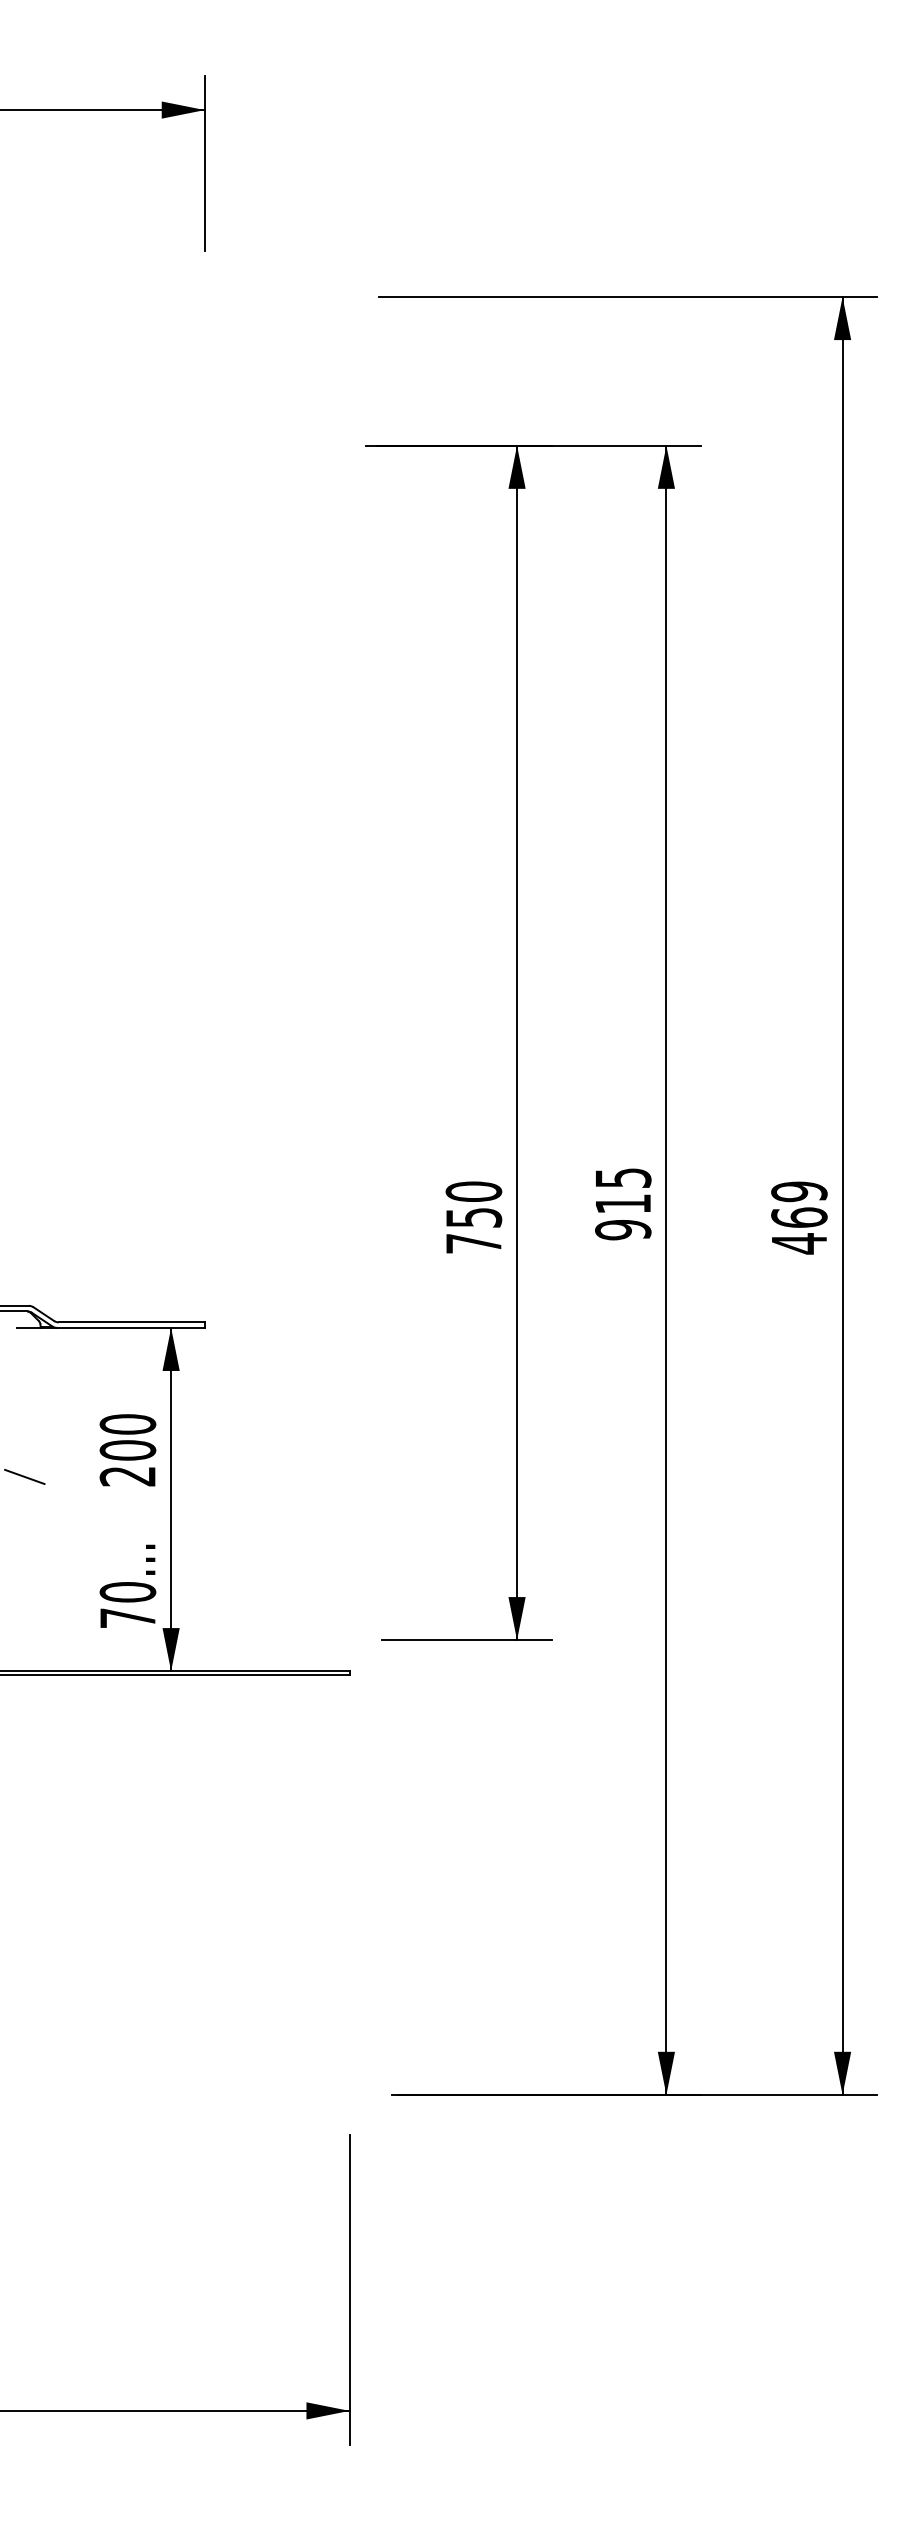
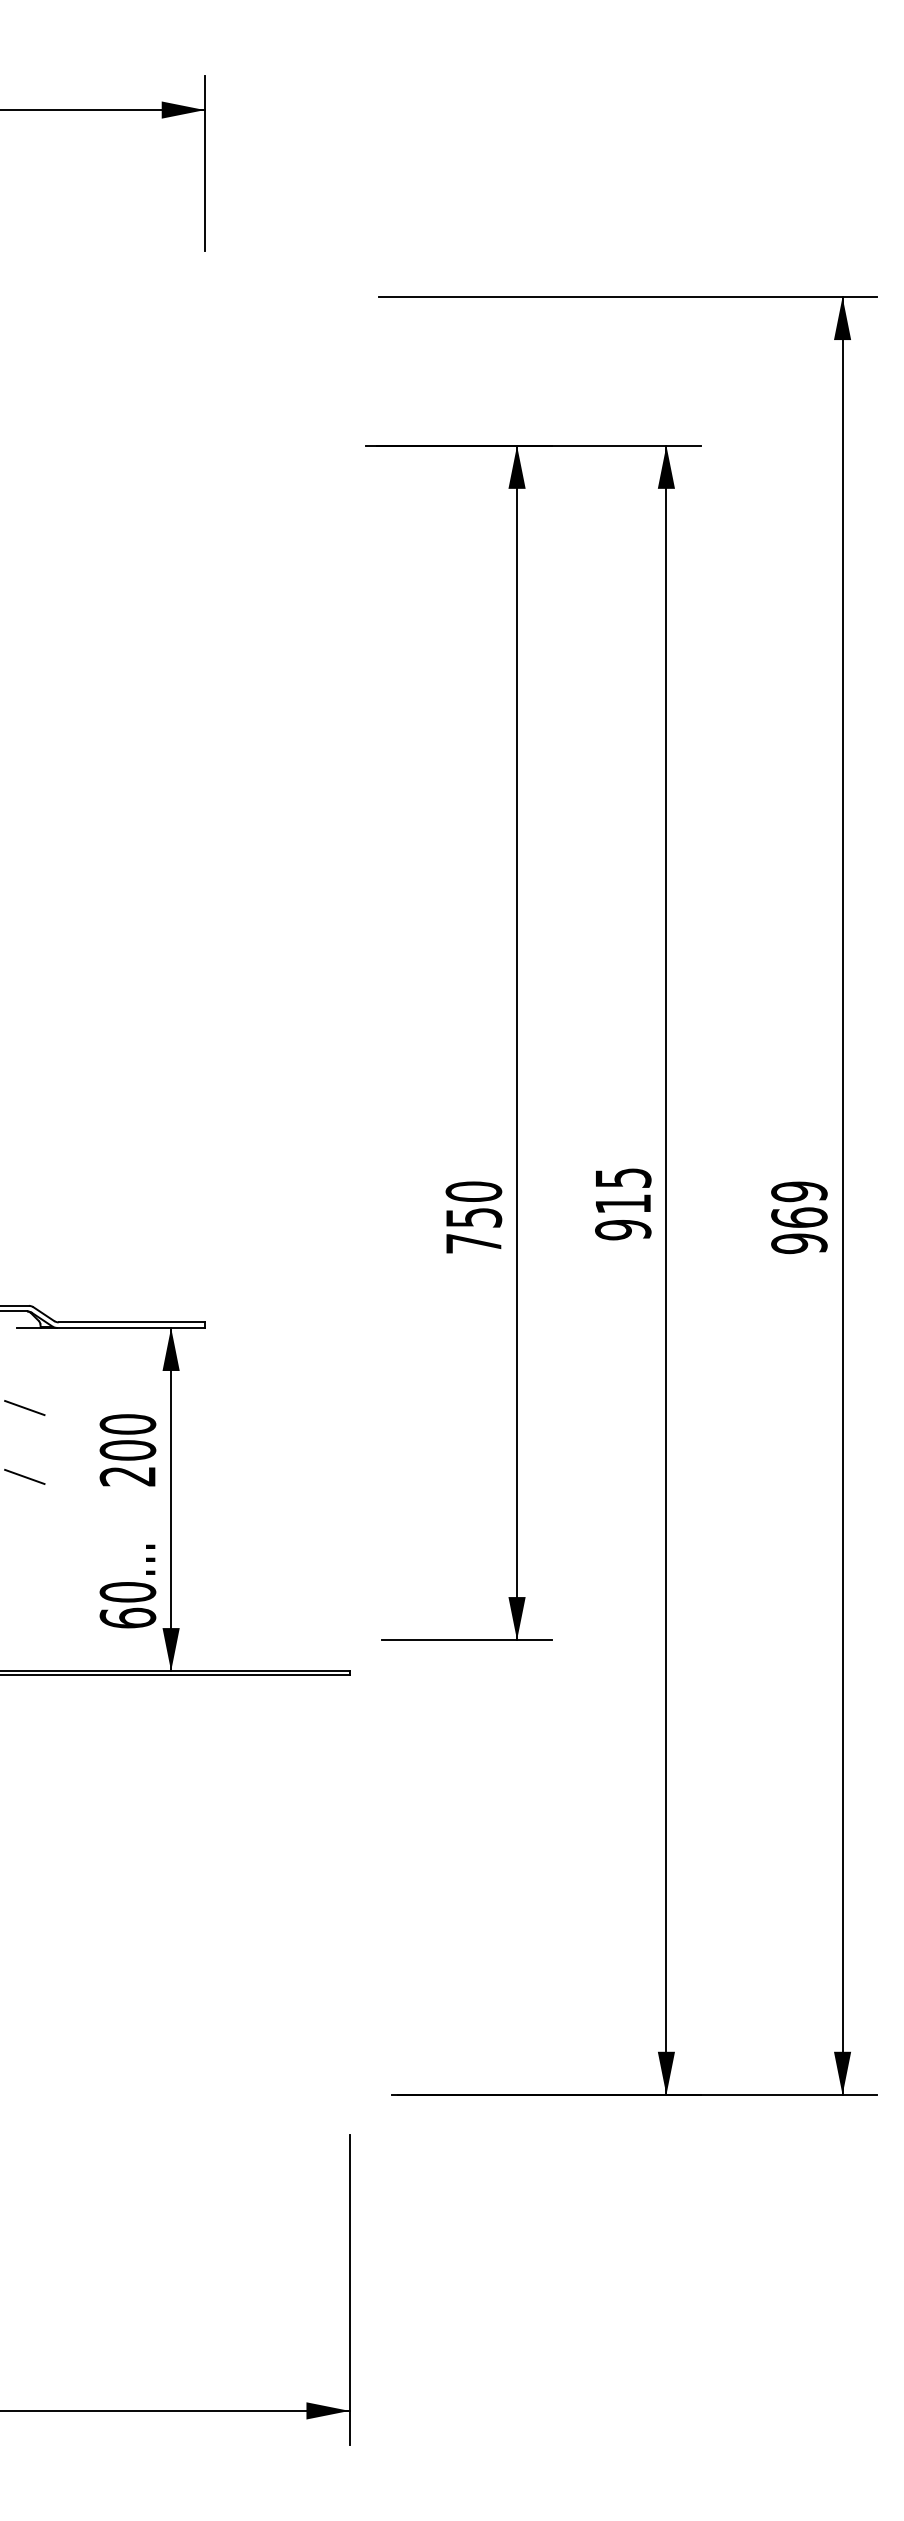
text at (799, 1243): 469 -> 969
line at (23, 1407): none -> present
text at (127, 1617): 70... -> 60...
